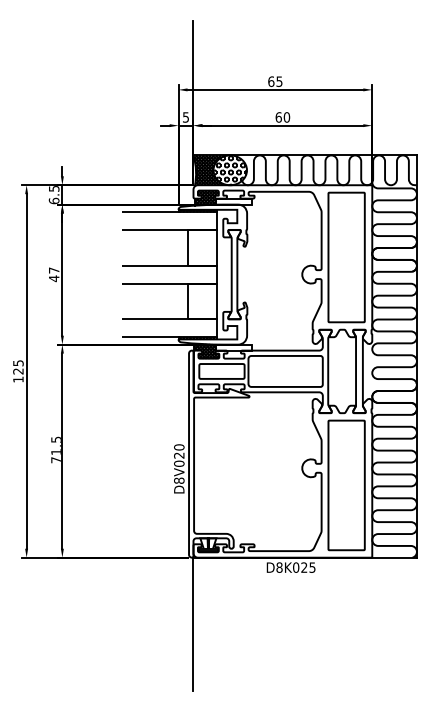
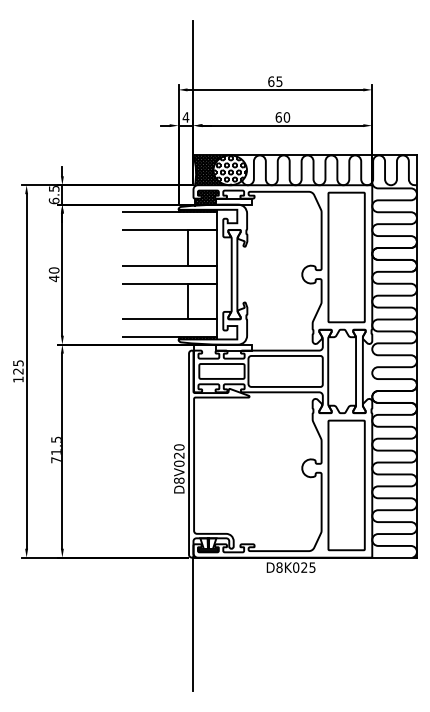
text at (185, 117): 5 -> 4
text at (53, 270): 47 -> 40
hatch at (208, 350): present -> none
